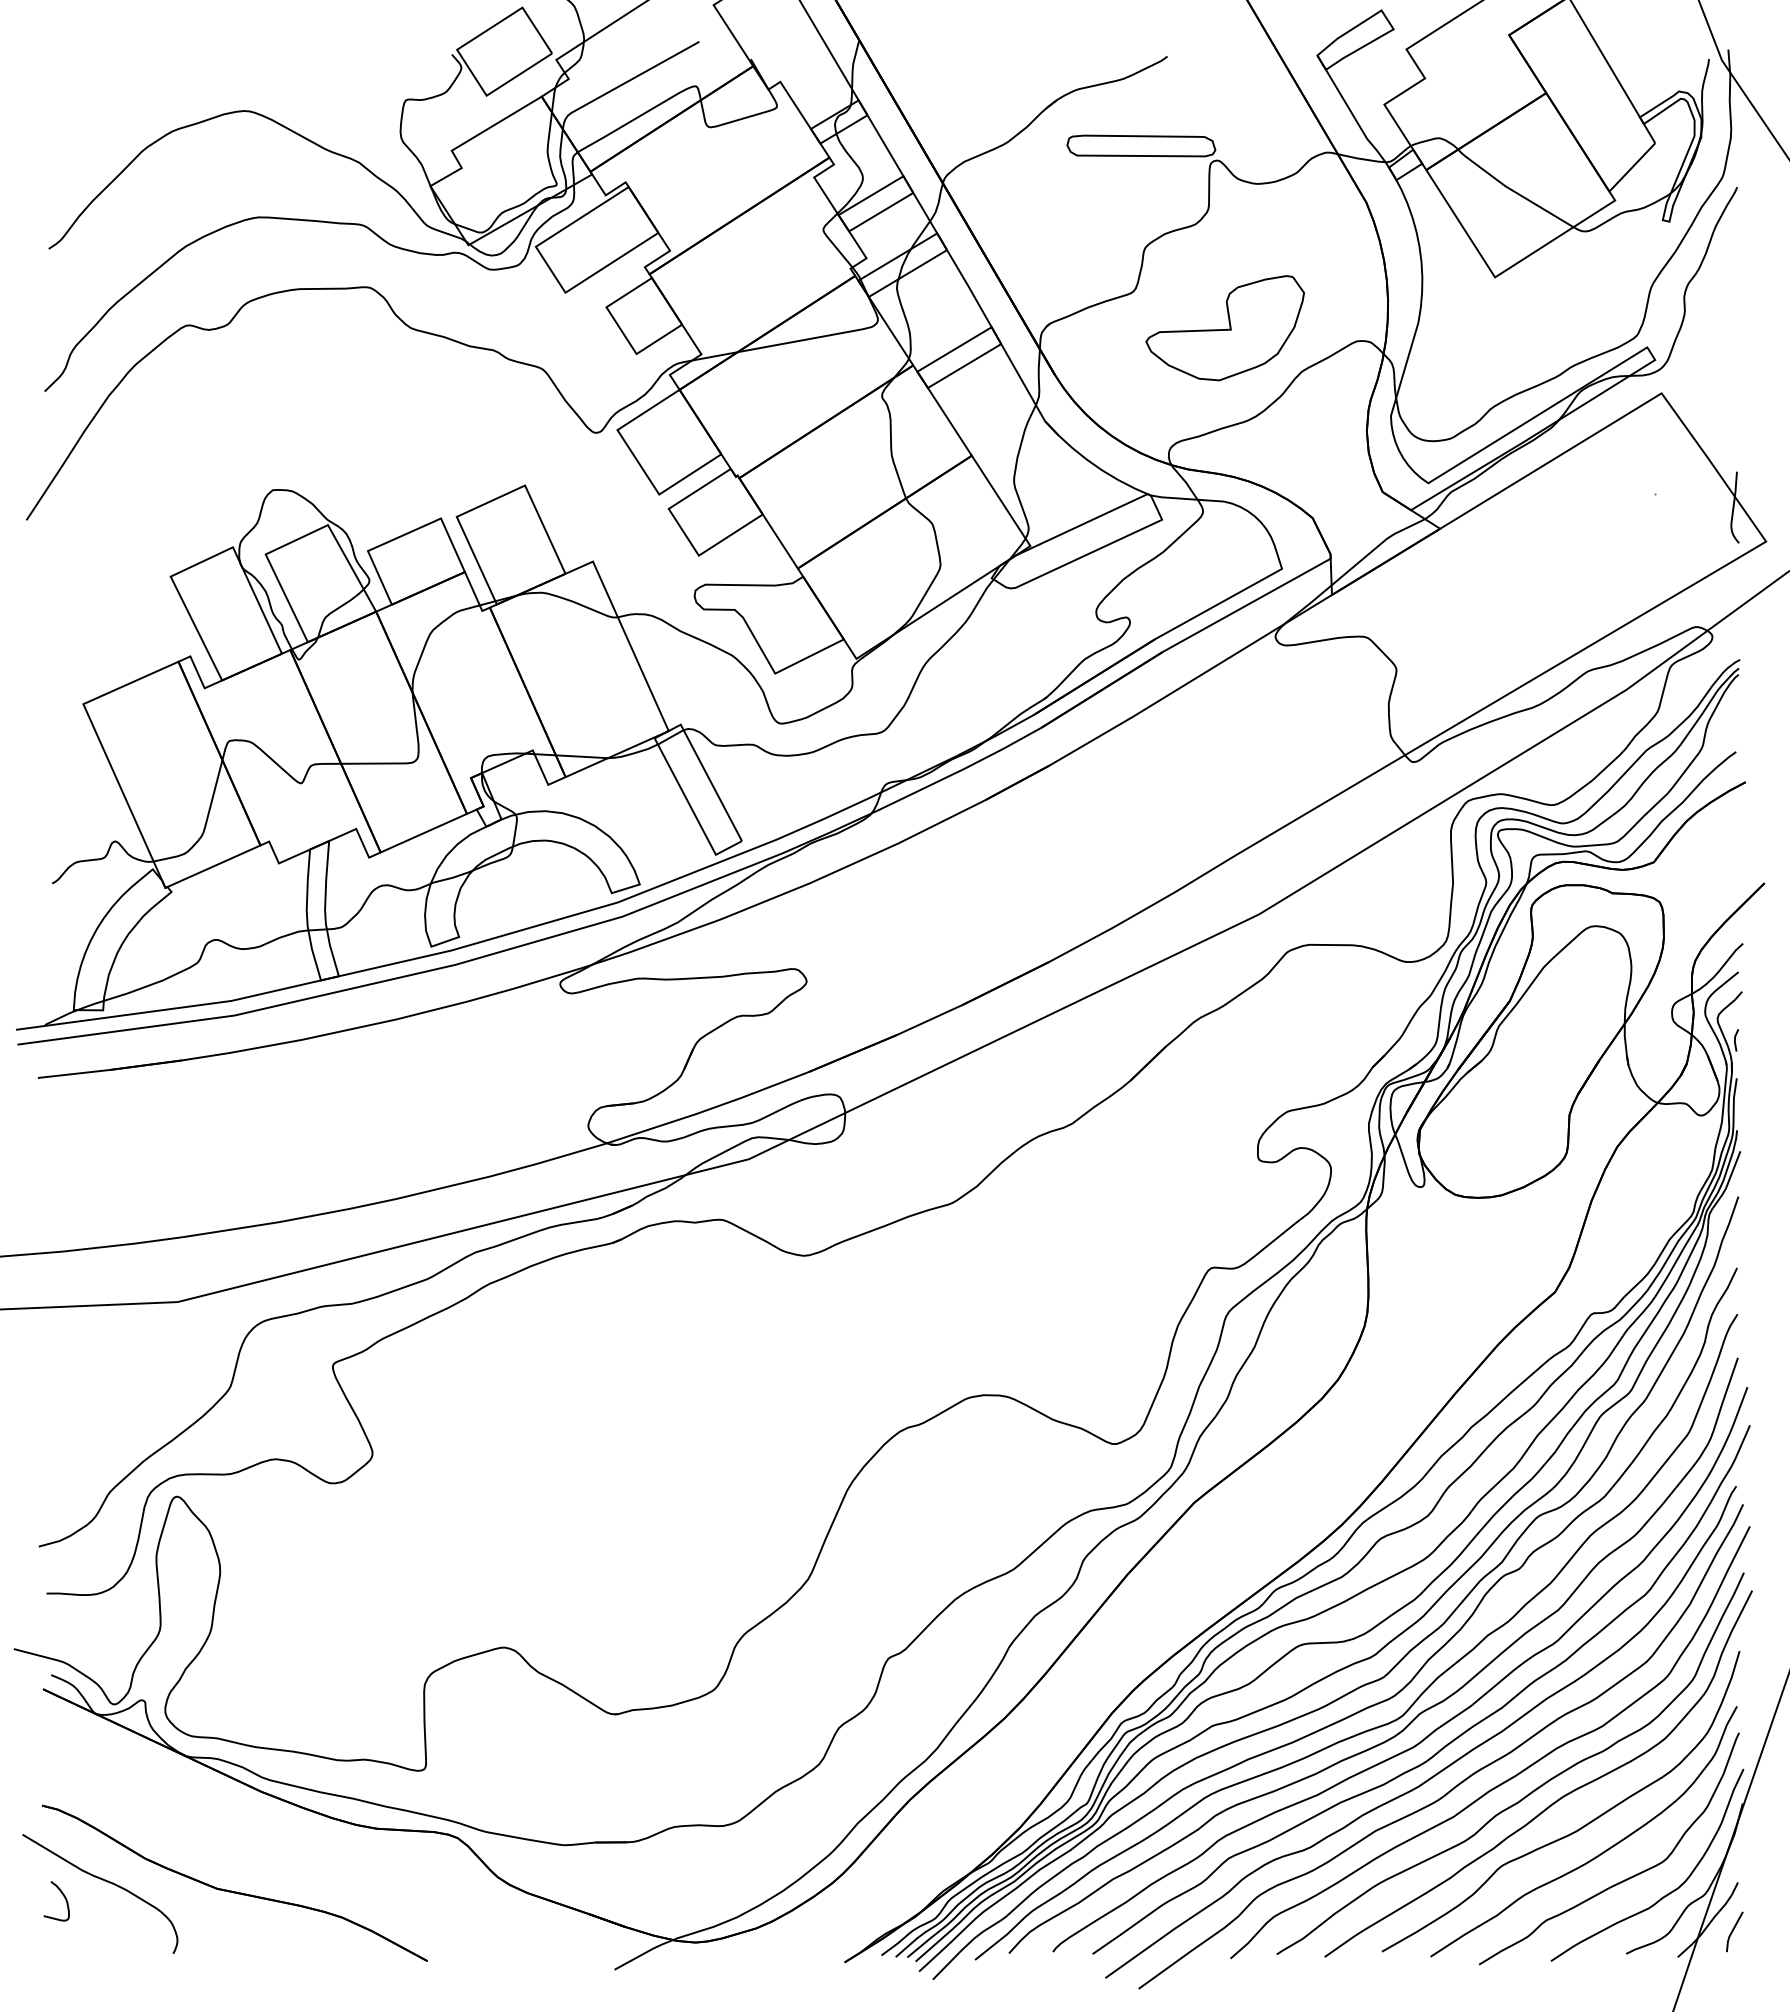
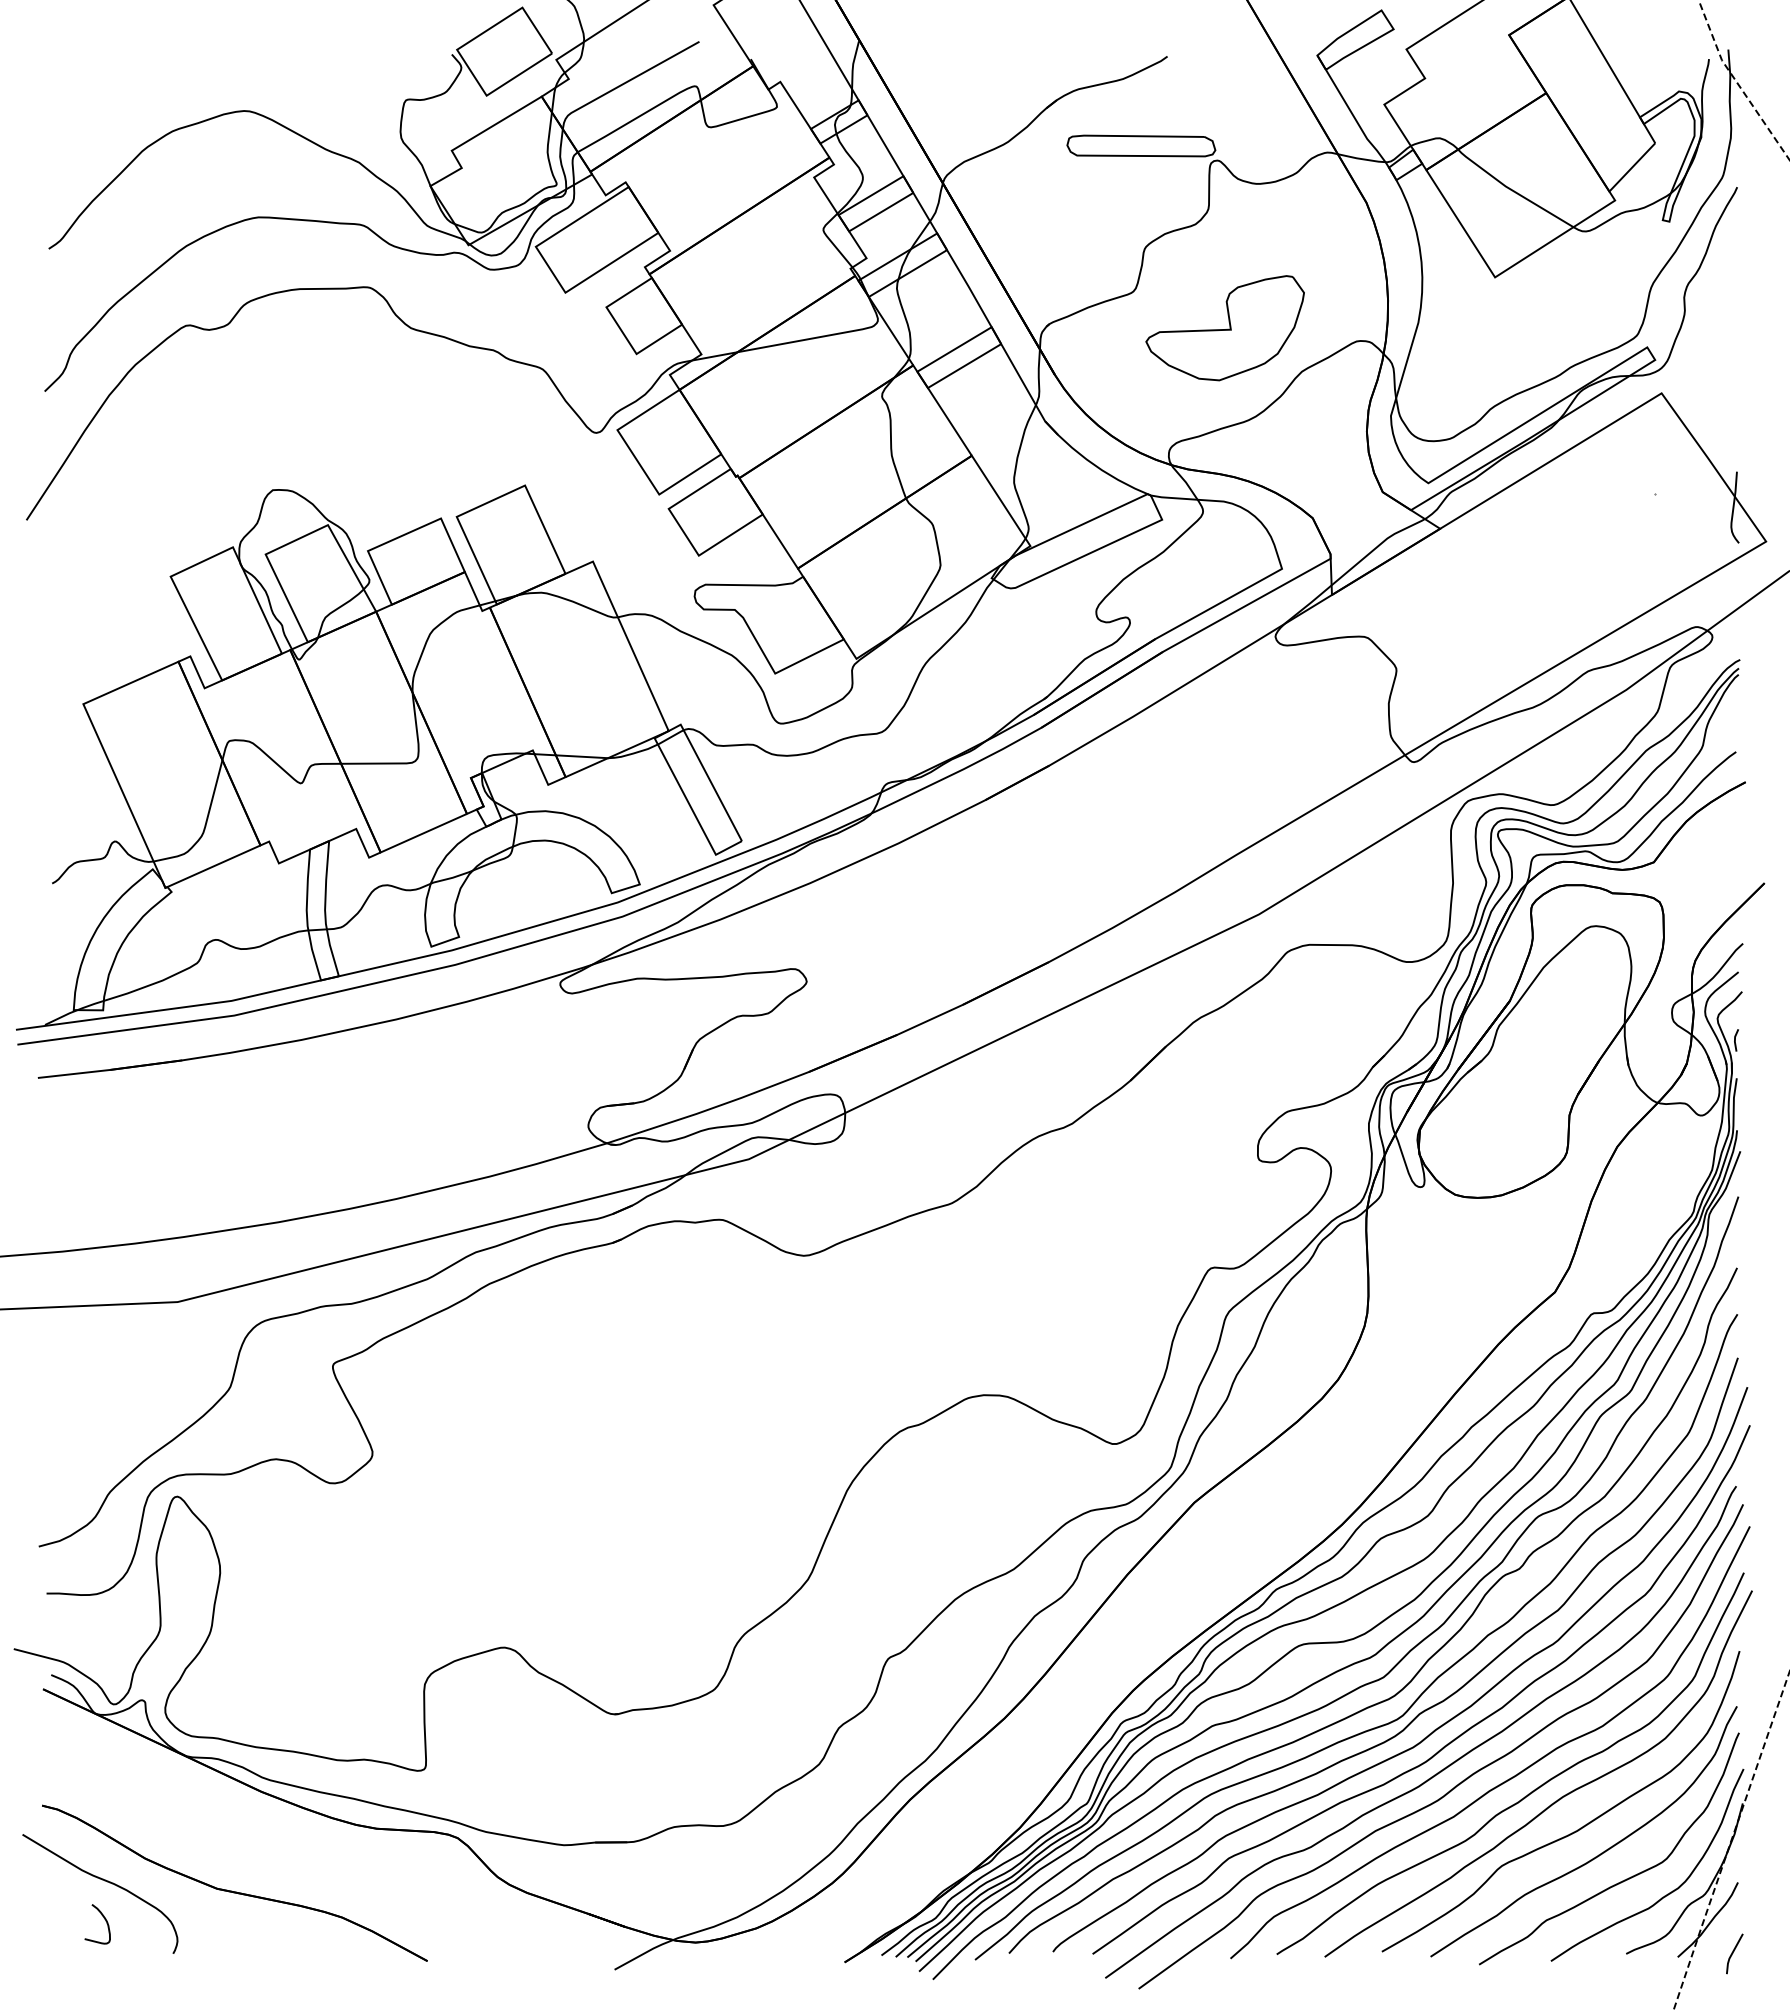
line at (1737, 82): solid -> dashed
line at (1731, 1841): solid -> dashed
curve at (62, 1895) position: (62, 1895) -> (103, 1918)
line at (1733, 1931) position: (1733, 1931) -> (1733, 1953)
